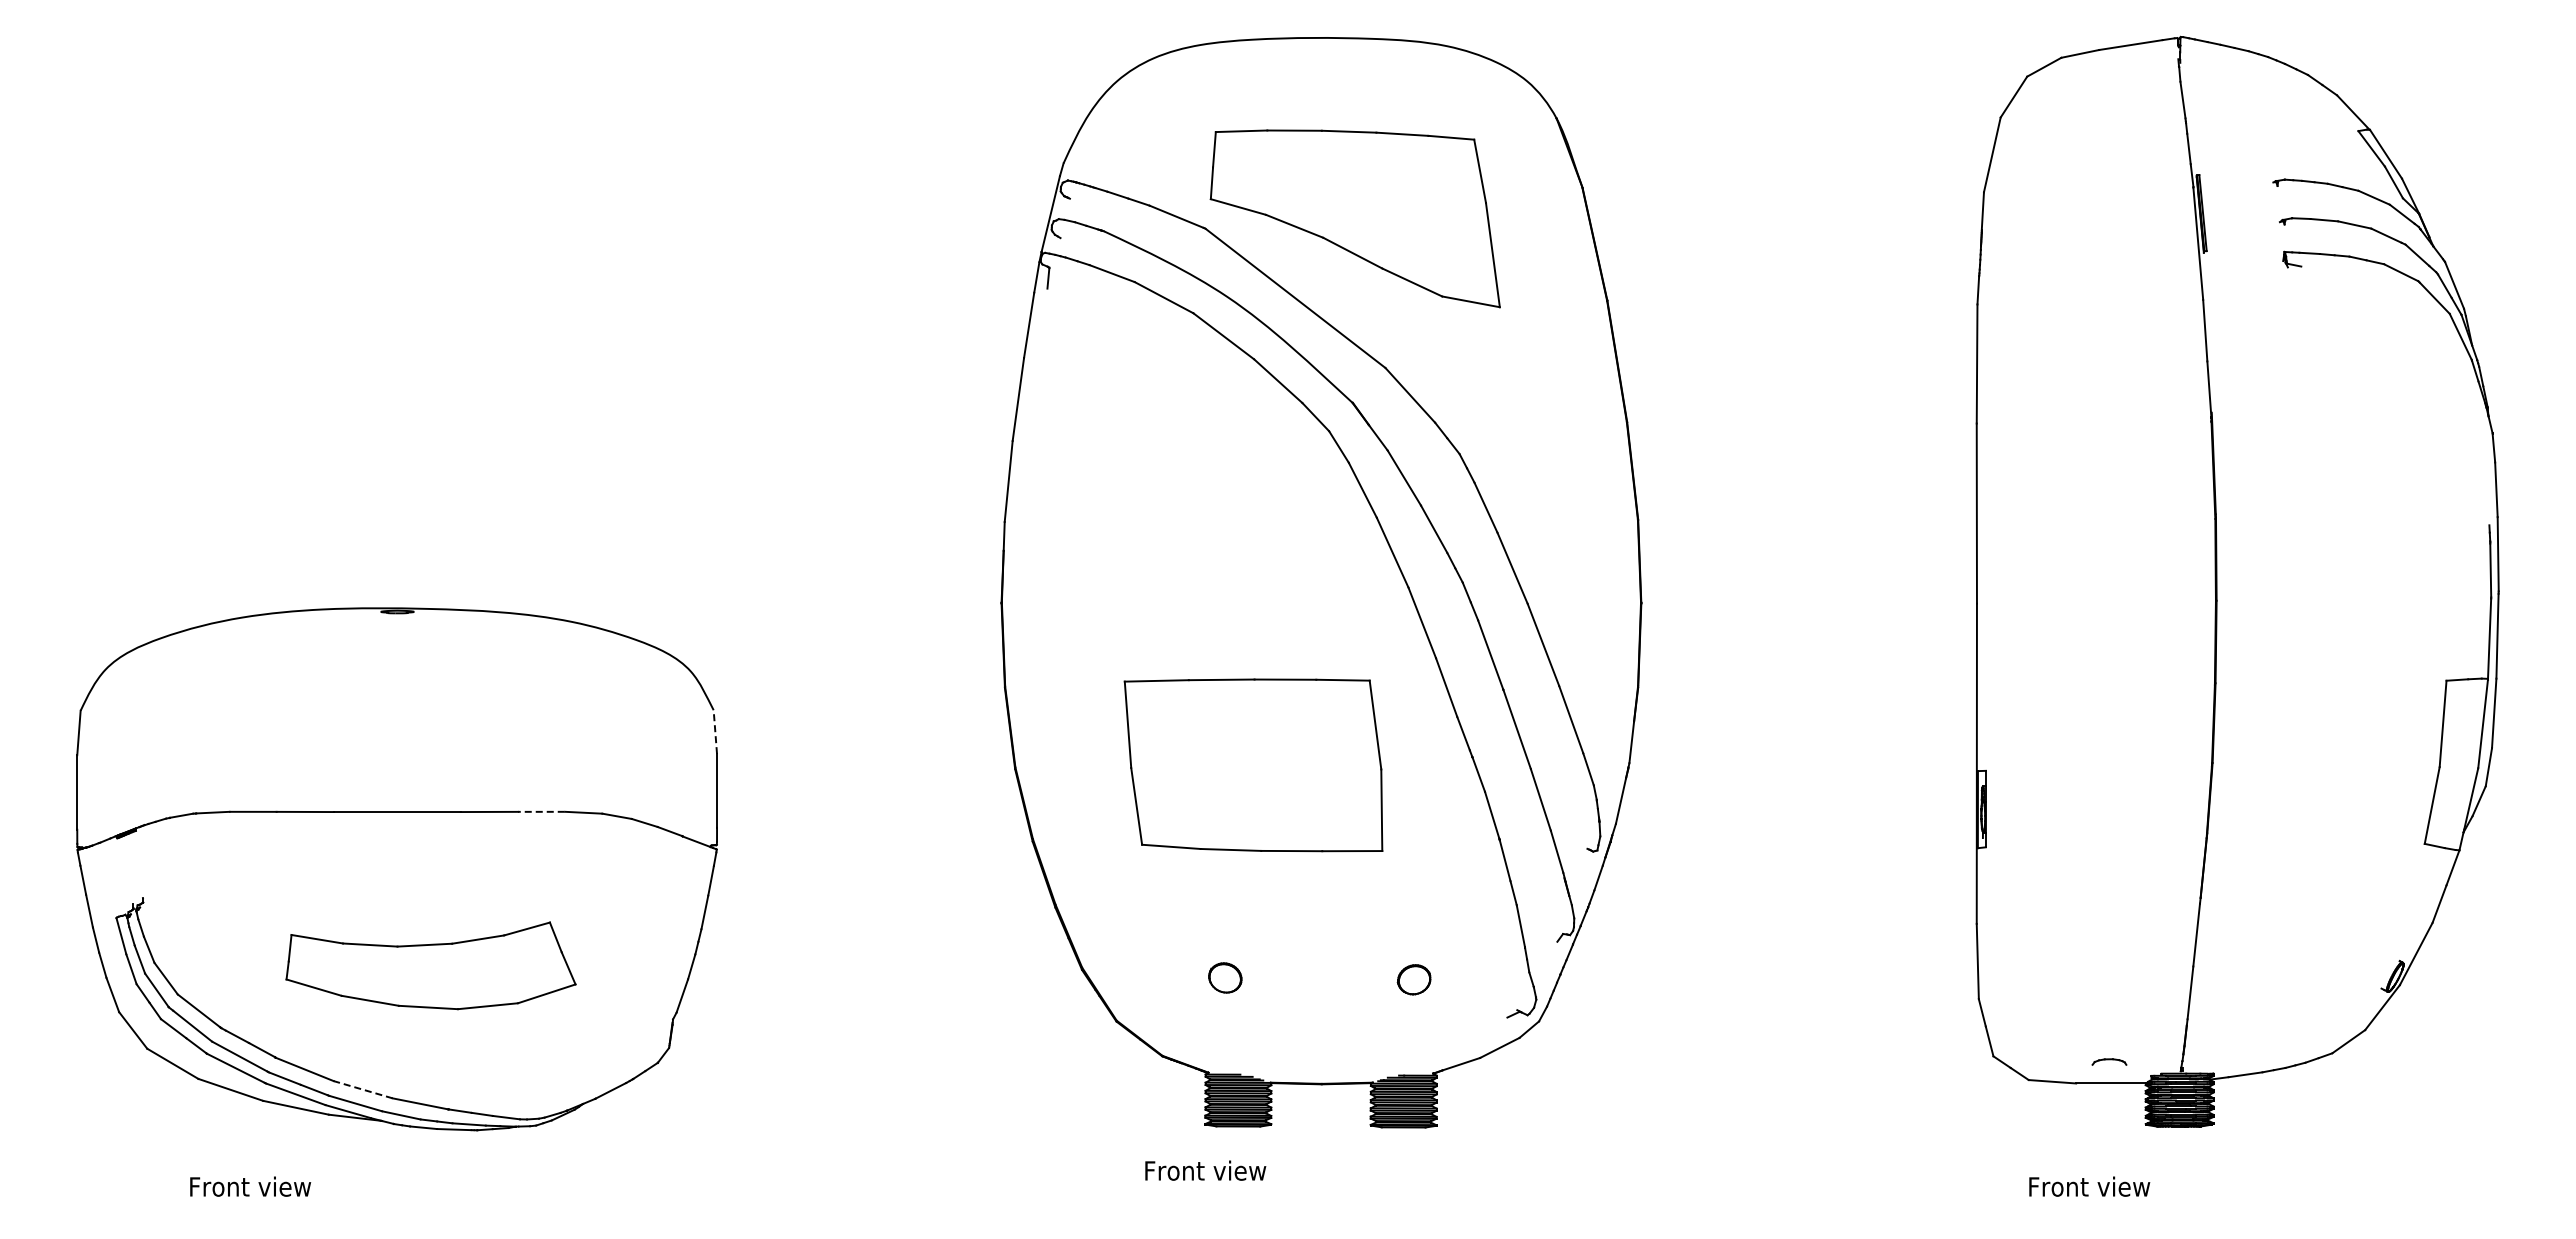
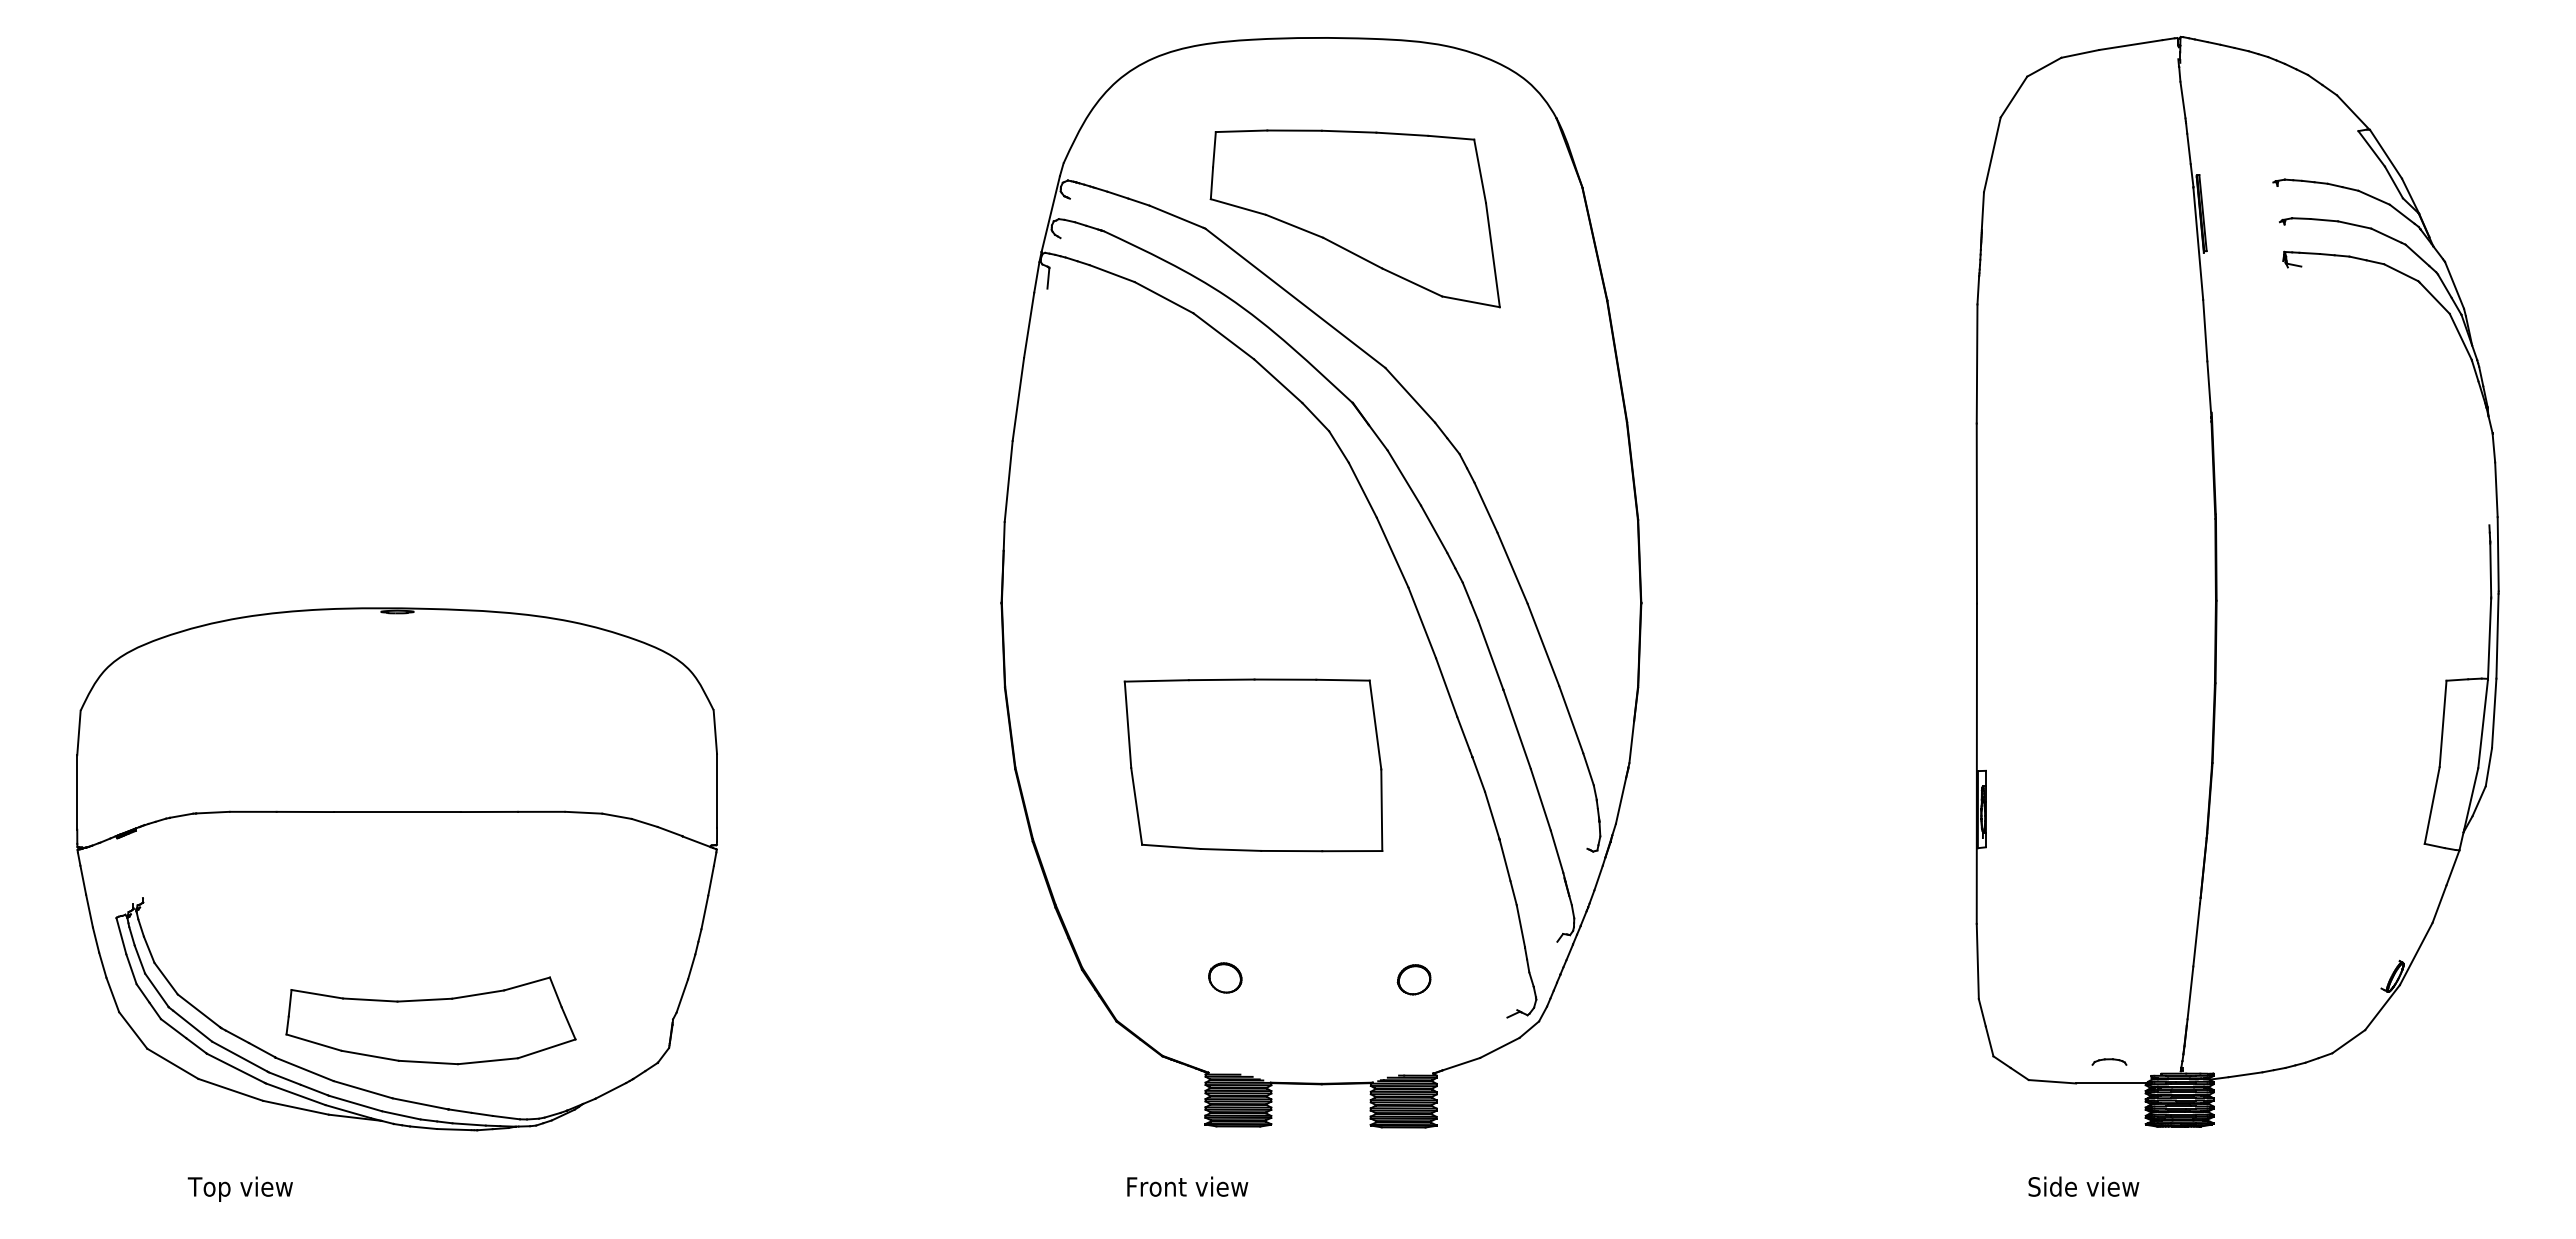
line at (715, 731): dashed -> solid
line at (540, 811): dashed -> solid
part at (430, 965) position: (430, 965) -> (430, 1020)
line at (363, 1089): dashed -> solid
text at (1205, 1170) position: (1205, 1170) -> (1187, 1186)
text at (2089, 1186): Front view -> Side view
text at (249, 1188): Front view -> Top view
